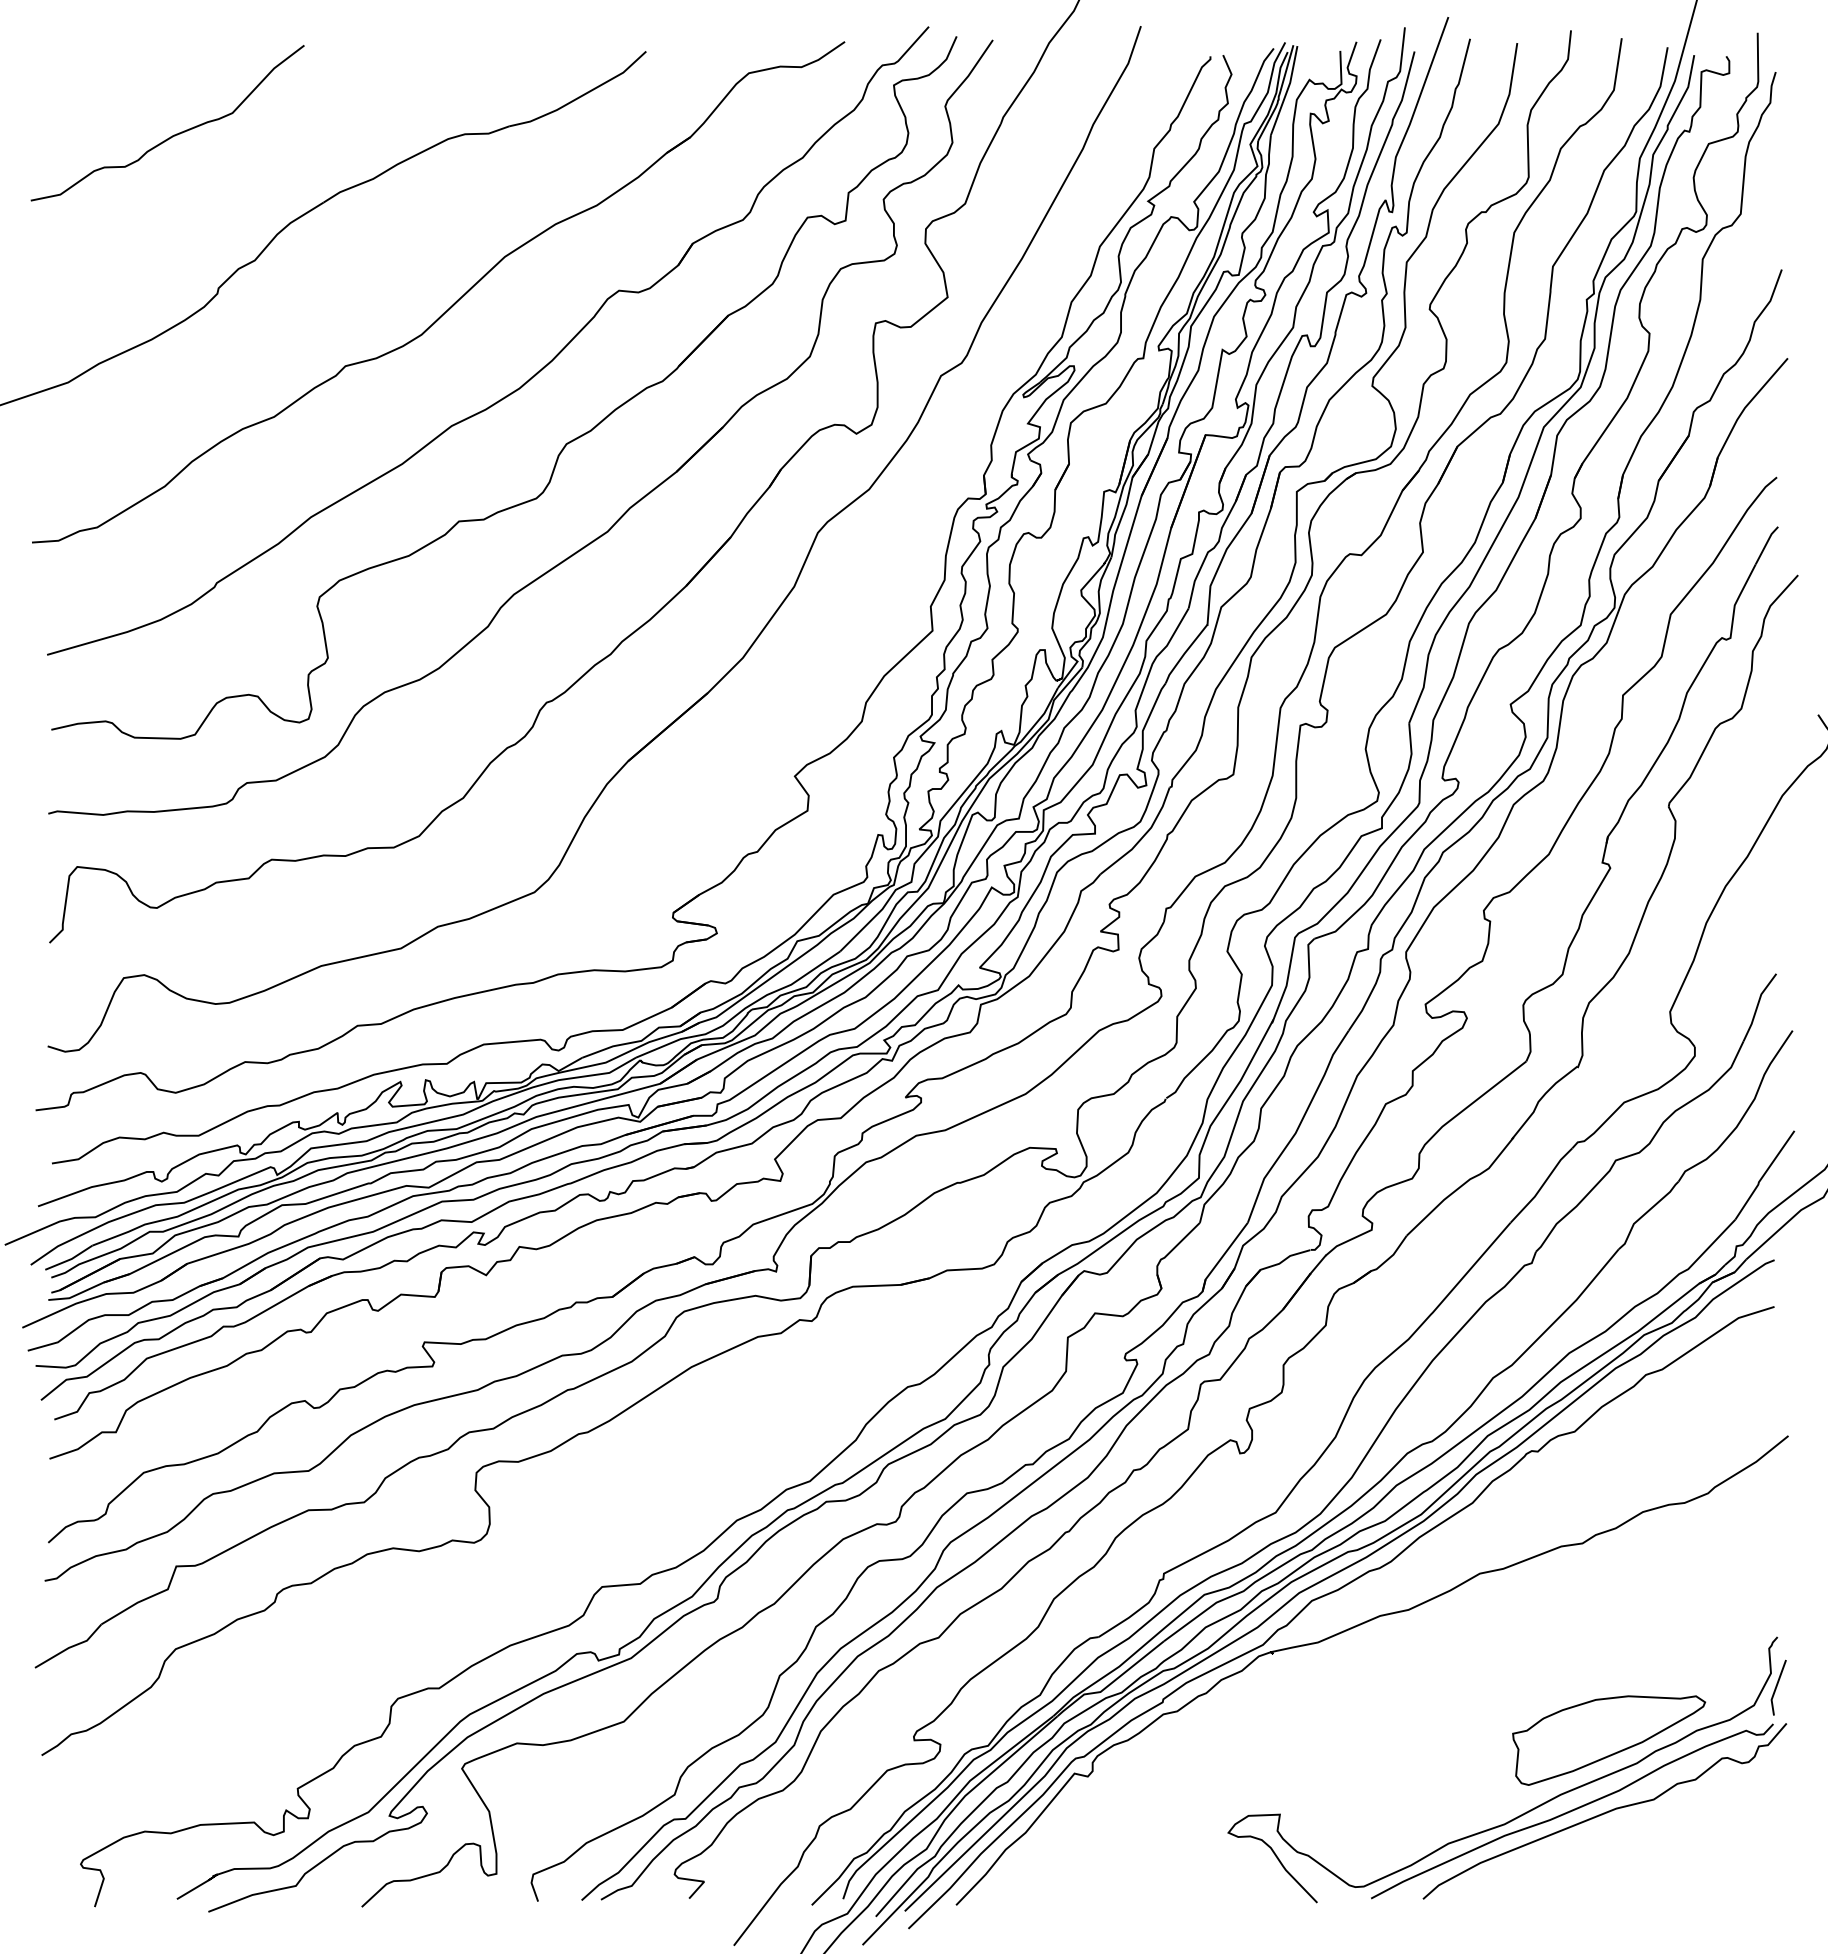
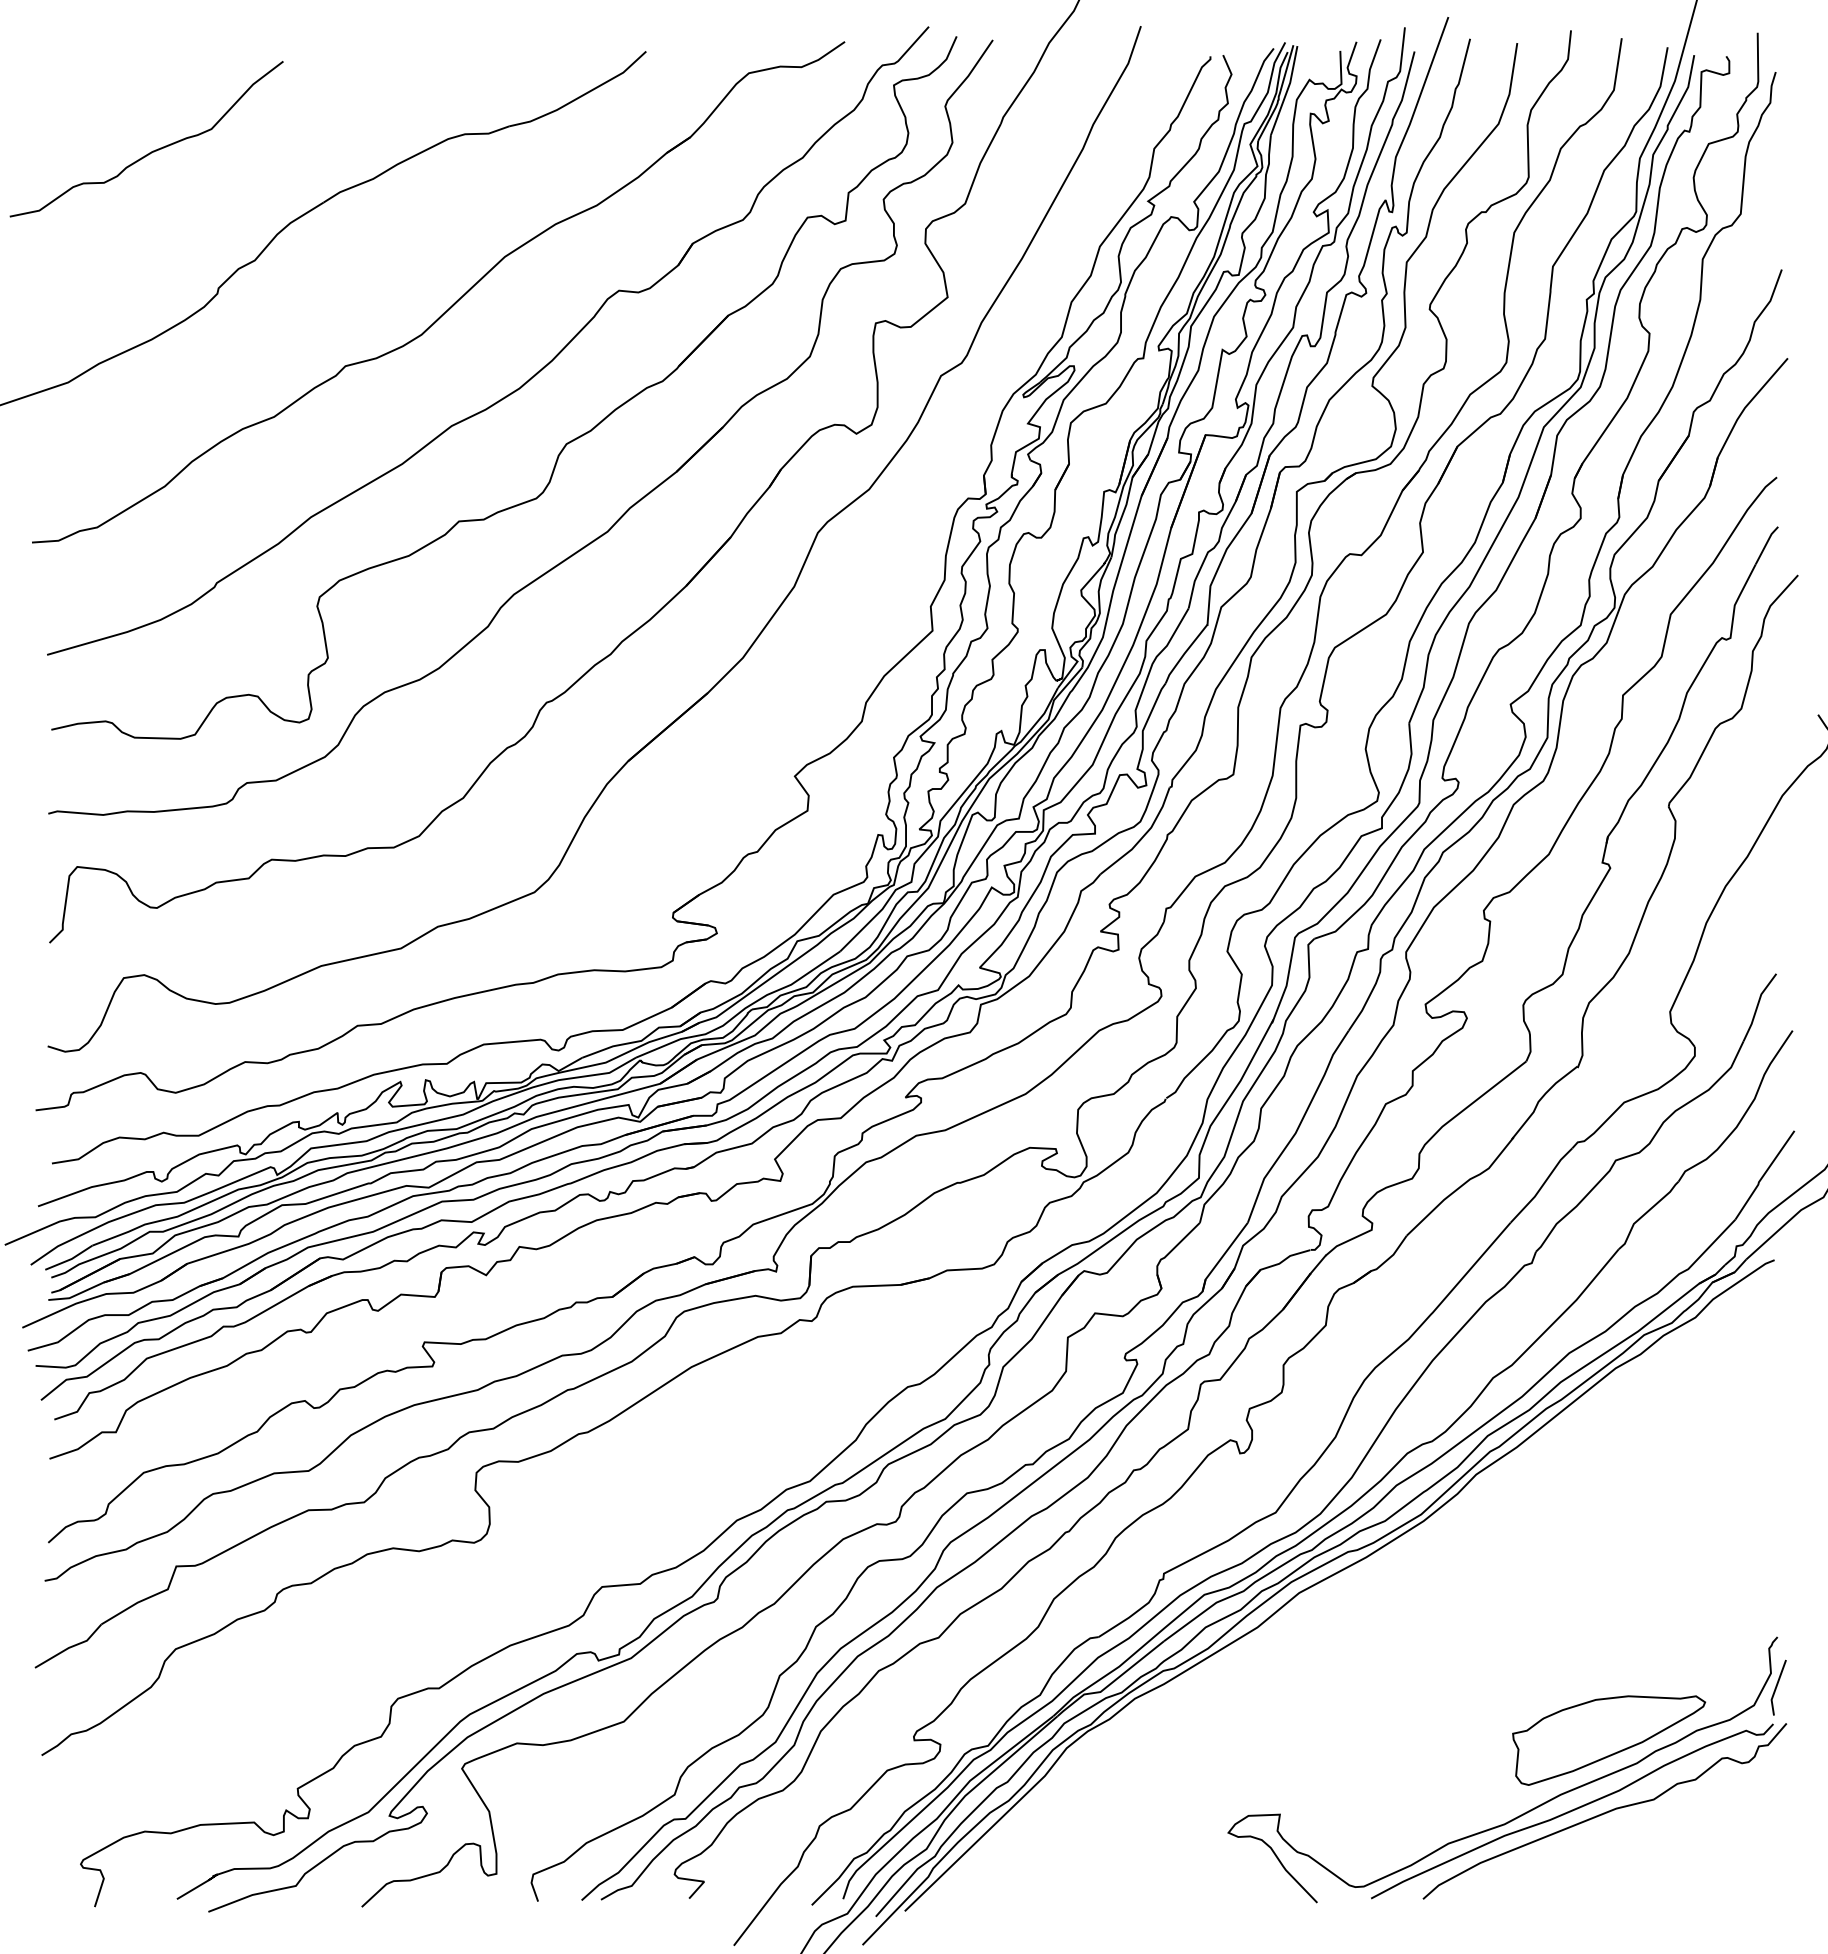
curve at (172, 135) position: (172, 135) -> (151, 151)
part at (1352, 1626): present -> none
